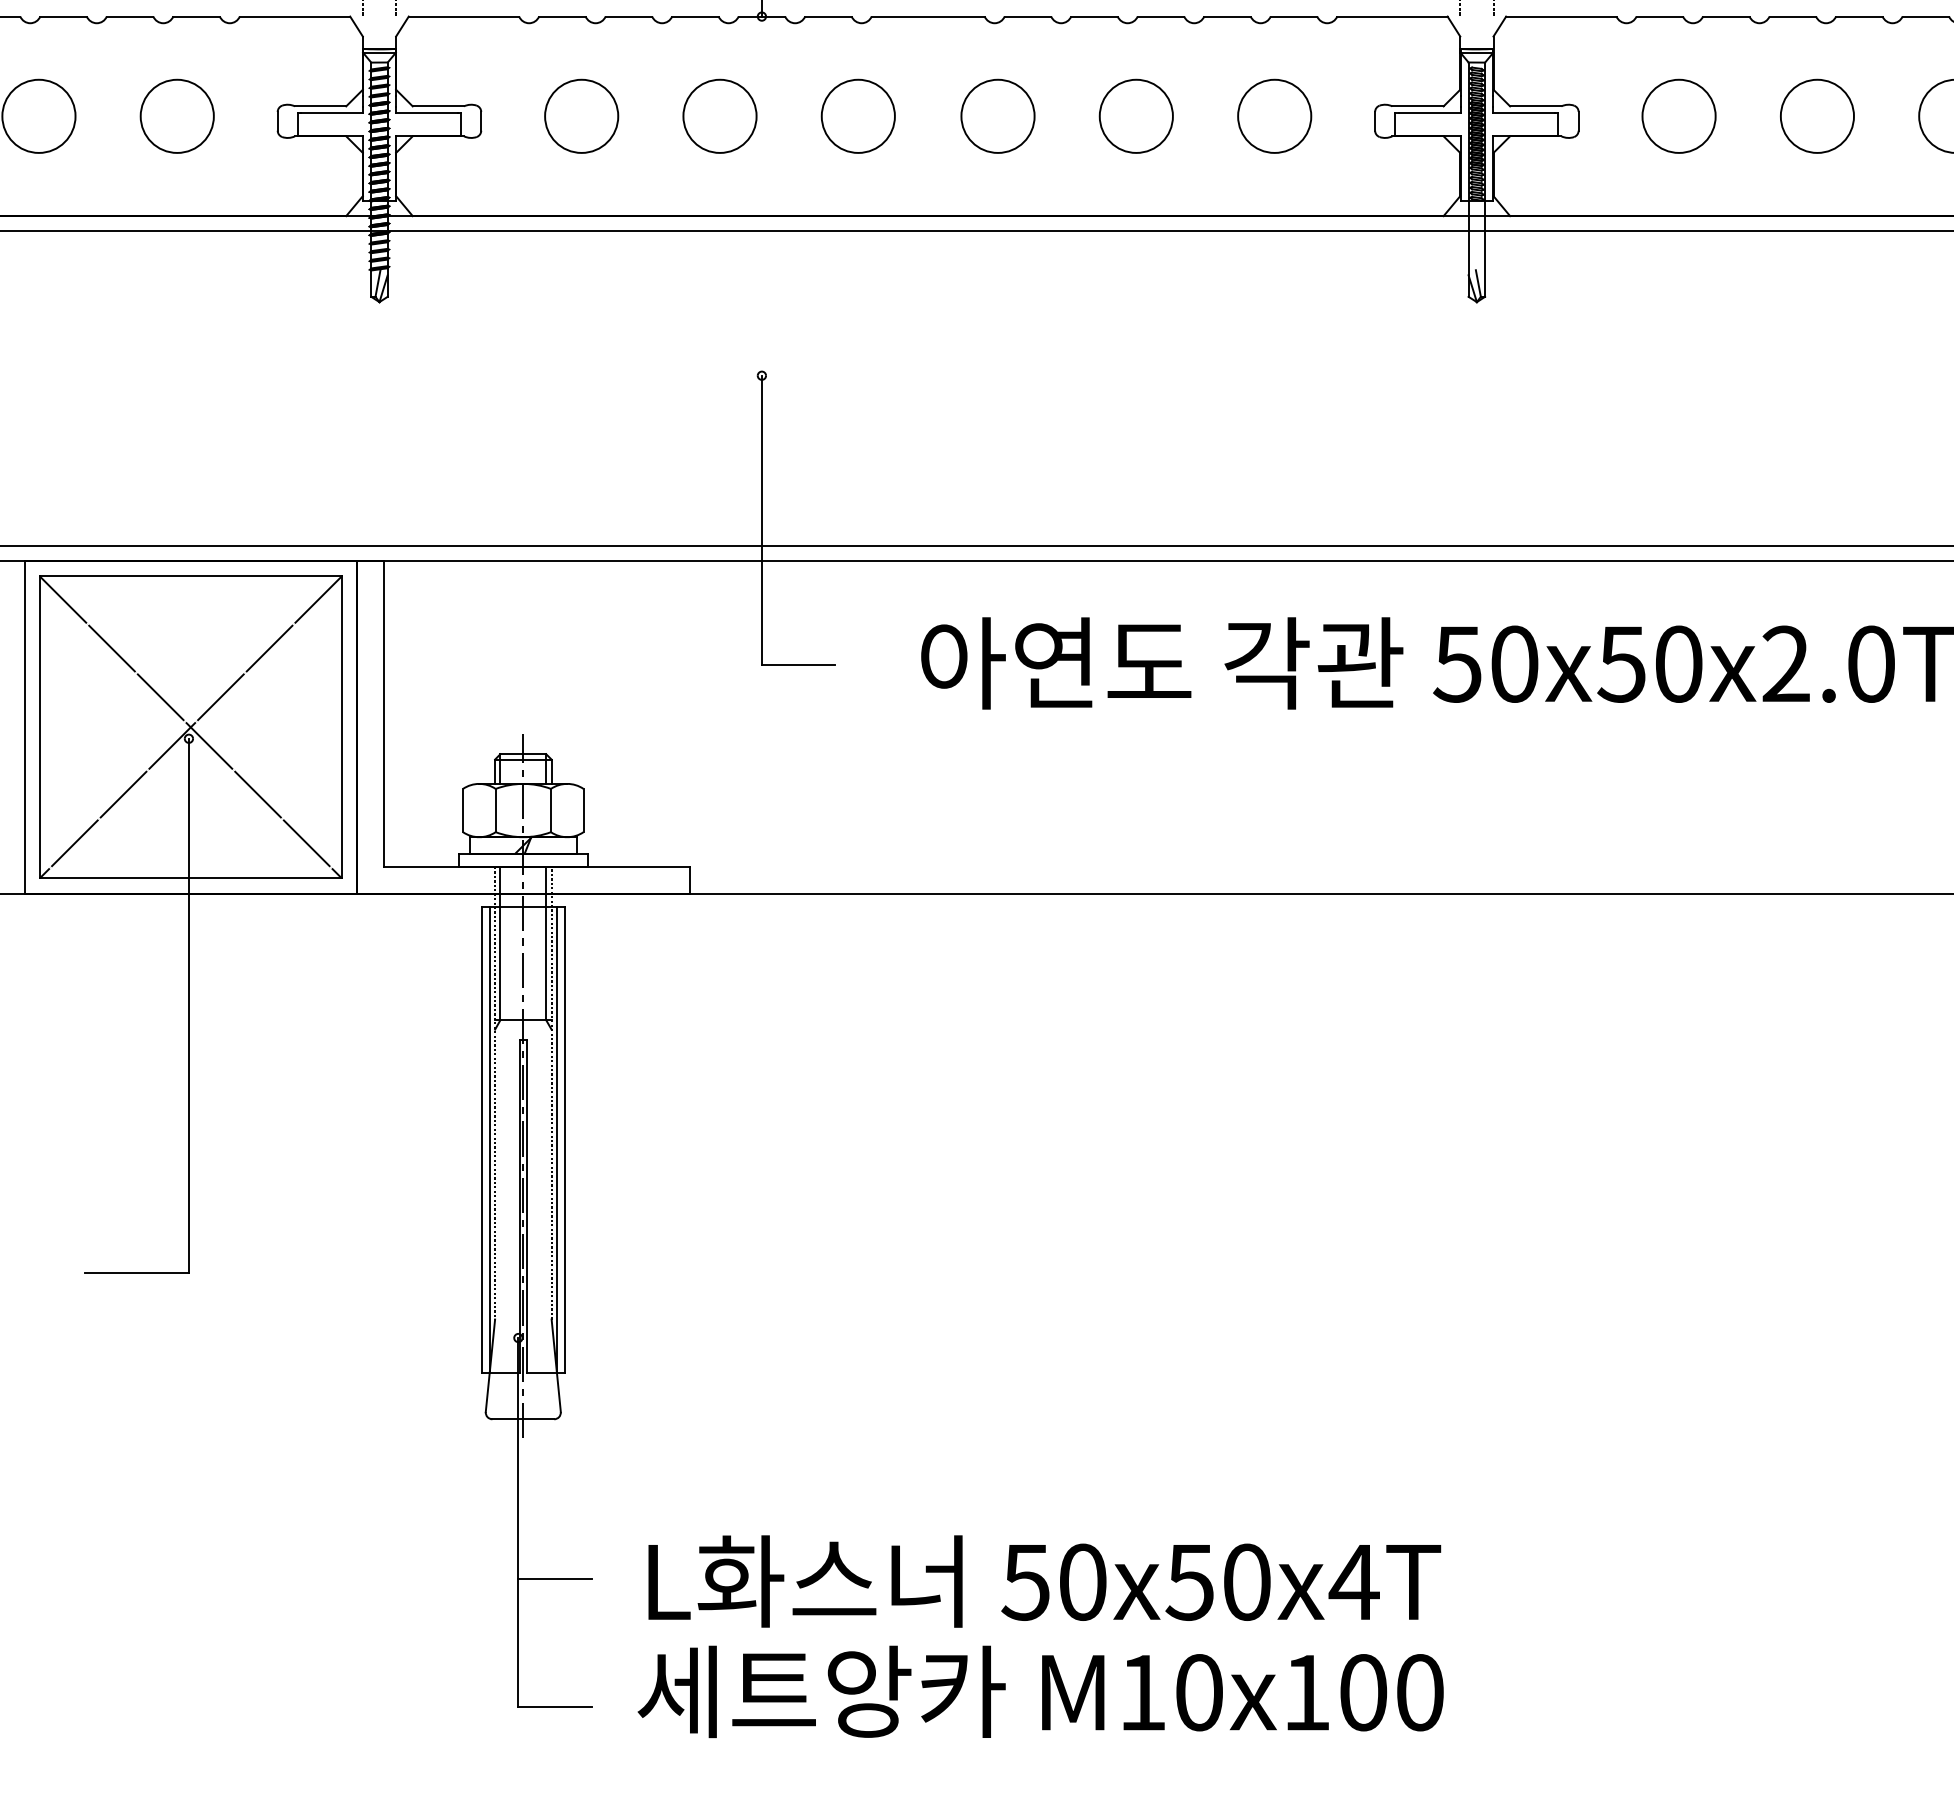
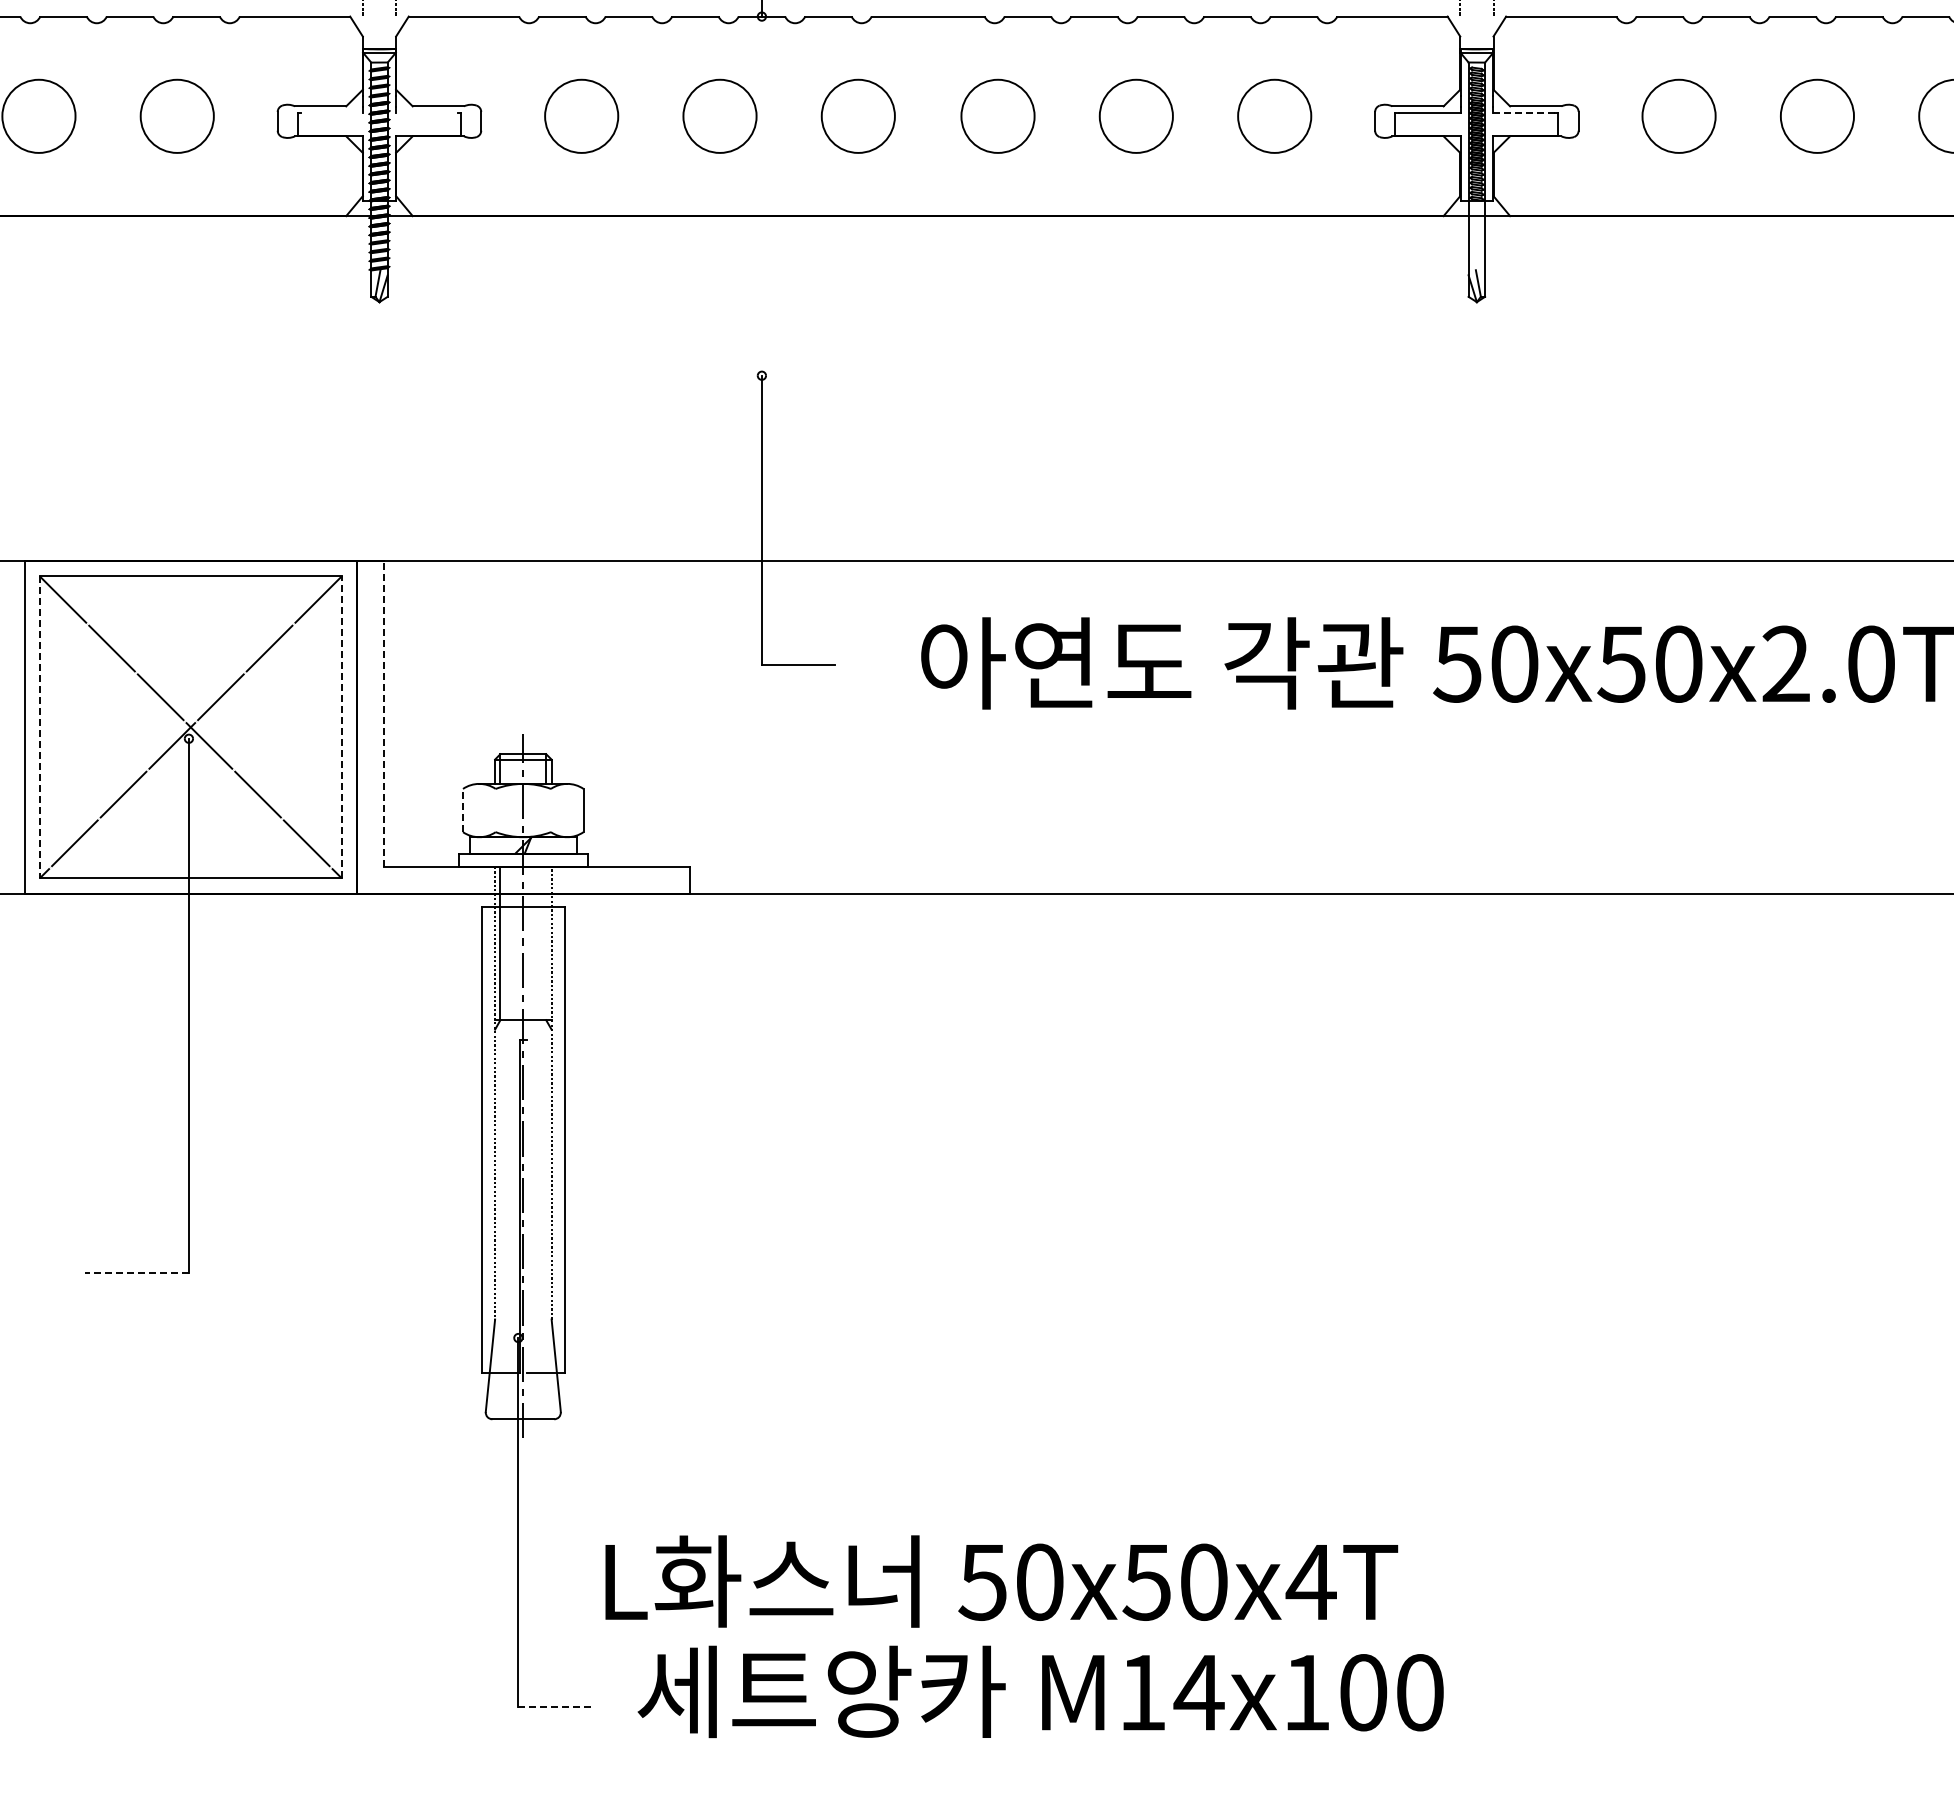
line at (332, 113): present -> none
line at (426, 113): present -> none
line at (1524, 113): solid -> dashed
line at (976, 231): present -> none
line at (976, 545): present -> none
line at (383, 714): solid -> dashed
line at (39, 727): solid -> dashed
line at (341, 727): solid -> dashed
line at (463, 810): solid -> dashed
line at (495, 810): present -> none
line at (550, 810): present -> none
line at (546, 943): present -> none
line at (489, 1139): present -> none
line at (556, 1139): present -> none
line at (526, 1206): present -> none
line at (137, 1272): solid -> dashed
line at (554, 1579): present -> none
text at (1044, 1581) position: (1044, 1581) -> (1001, 1581)
text at (1198, 1692): M10x100 -> M14x100
line at (554, 1706): solid -> dashed
